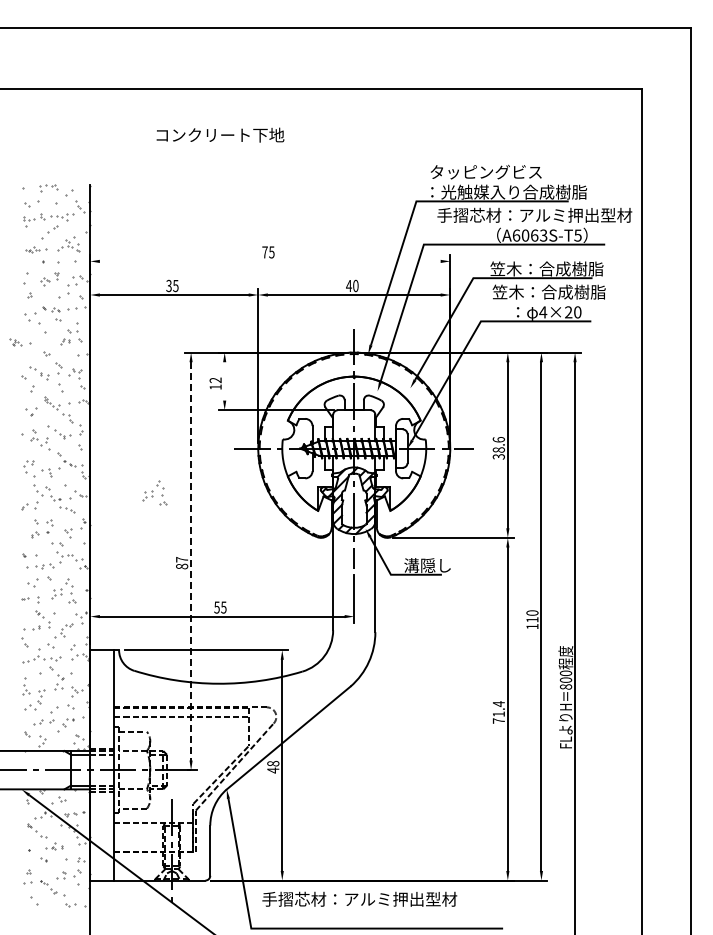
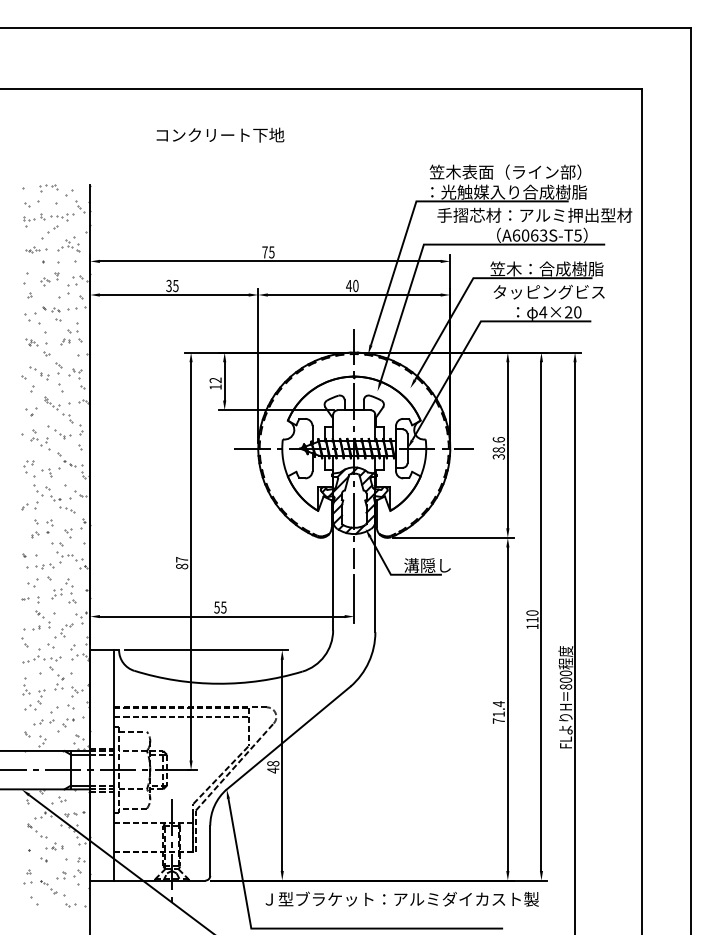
text at (505, 171): タッピングビス -> 笠木表面（ライン部）
line at (269, 261): none -> present
text at (548, 291): 笠木：合成樹脂 -> タッピングビス
part at (20, 342) position: (20, 342) -> (36, 342)
line at (224, 381): none -> present
part at (154, 492): present -> none
line at (191, 561): dashed -> solid
text at (400, 898): 手摺芯材：アルミ押出型材 -> Ｊ型ブラケット：アルミダイカスト製
